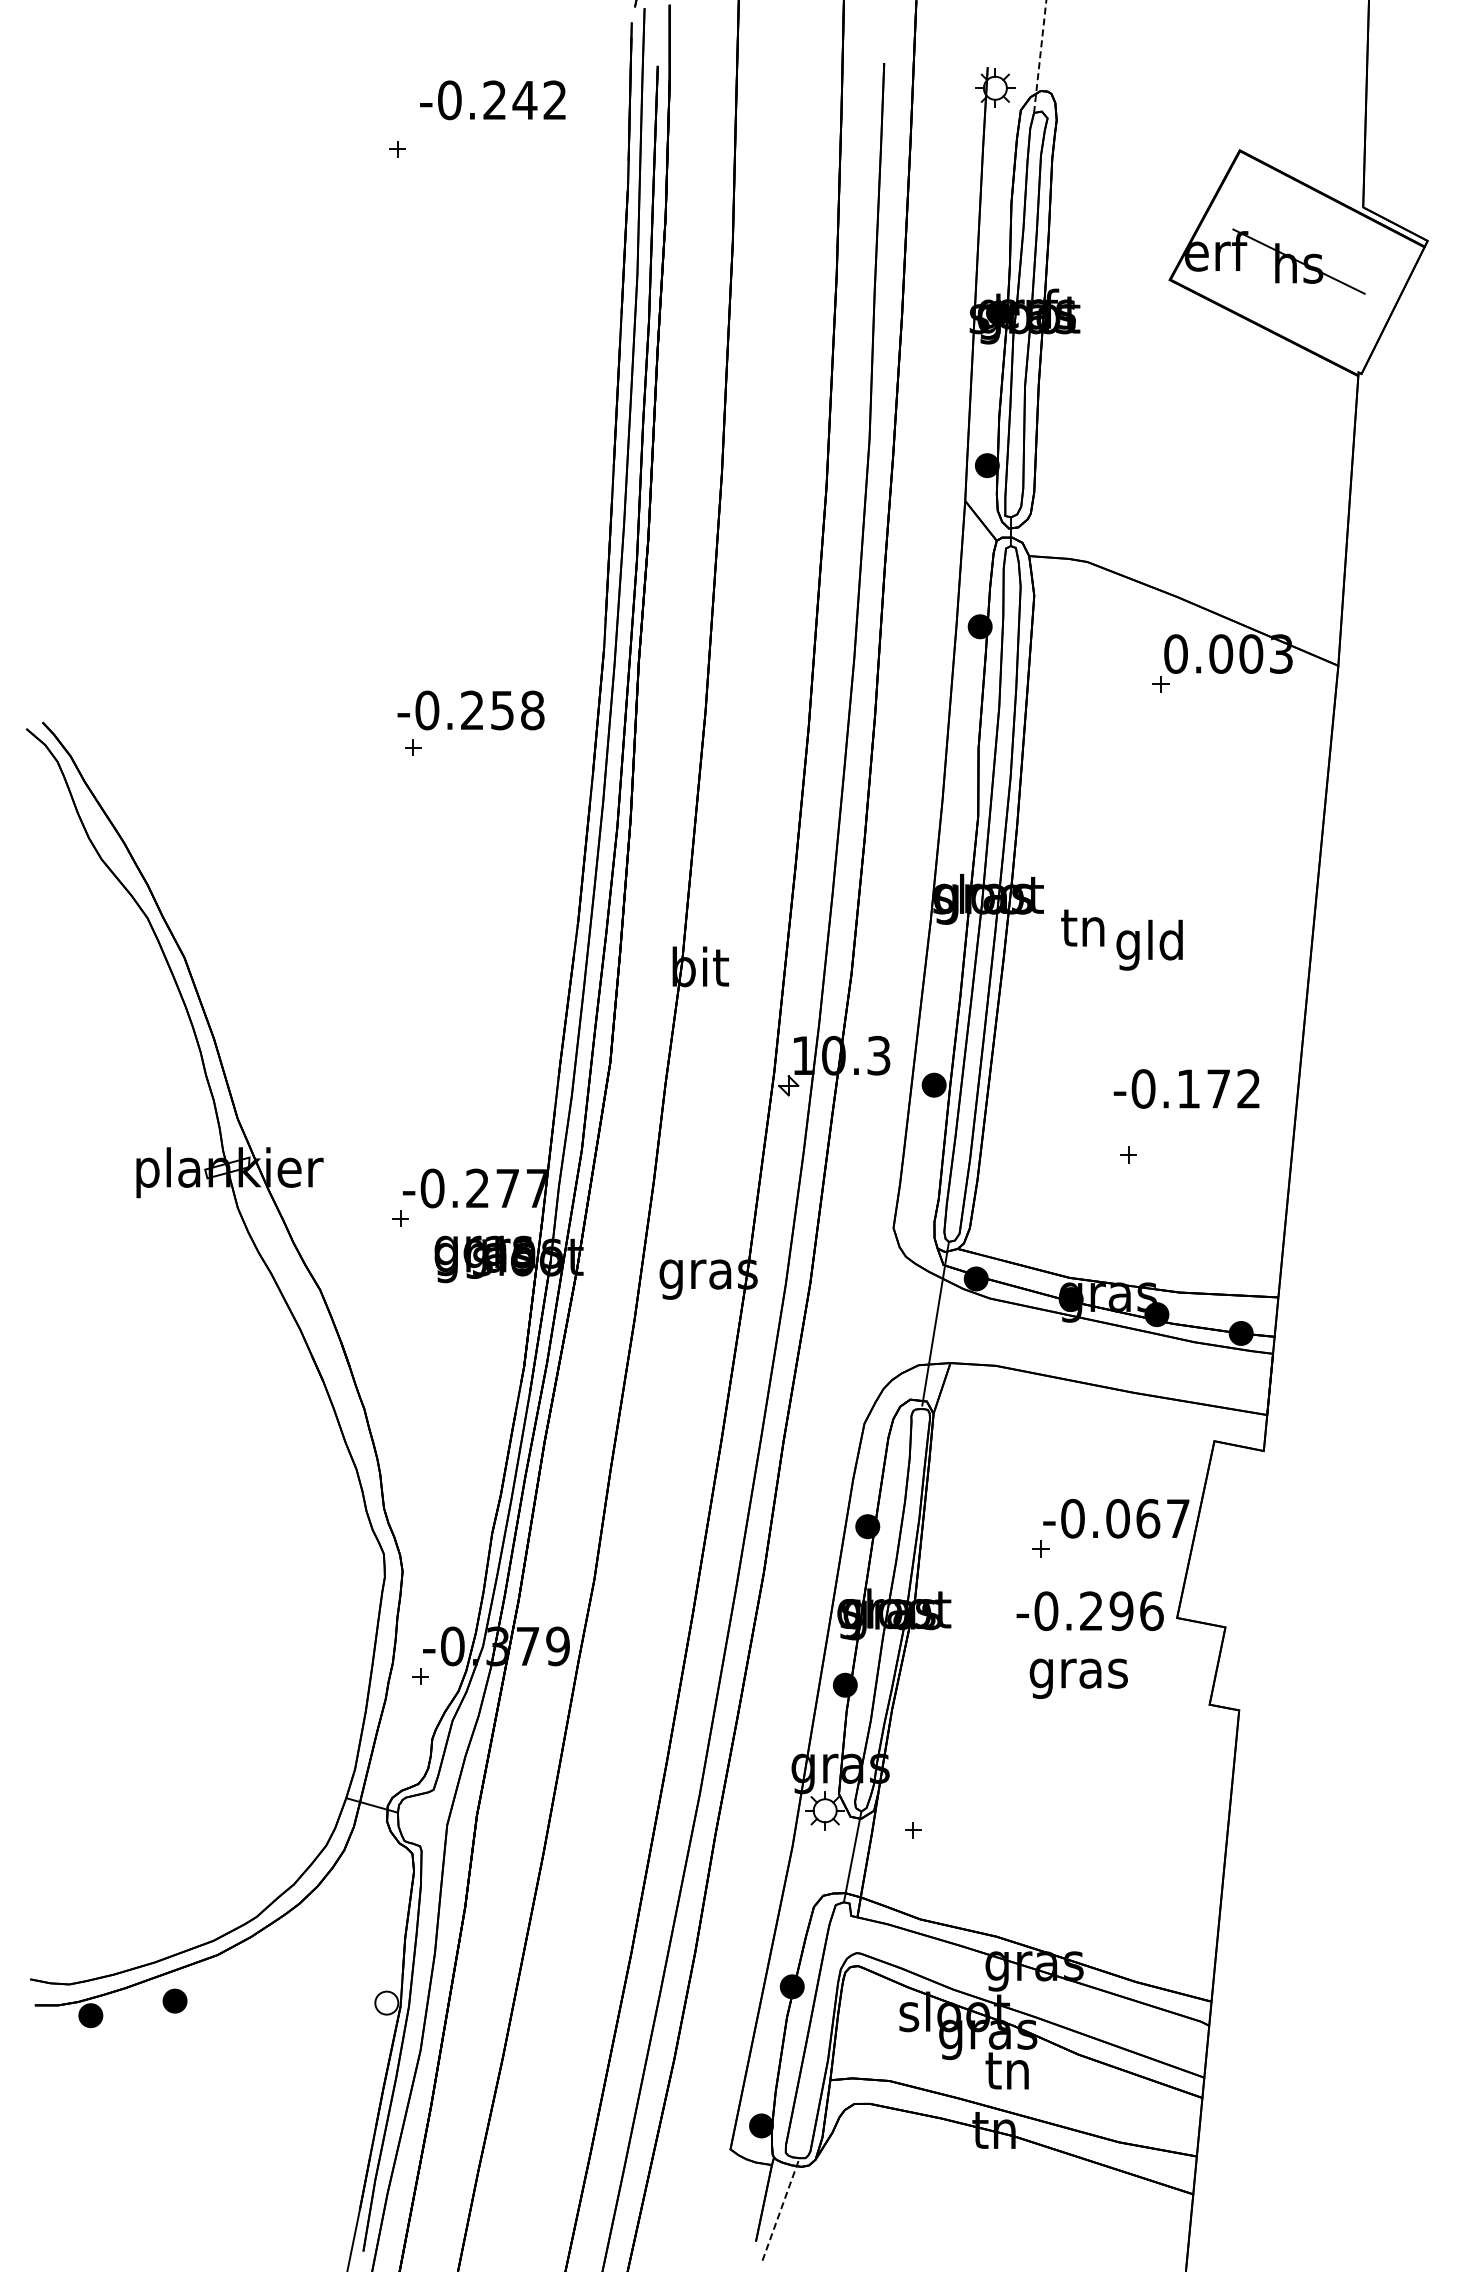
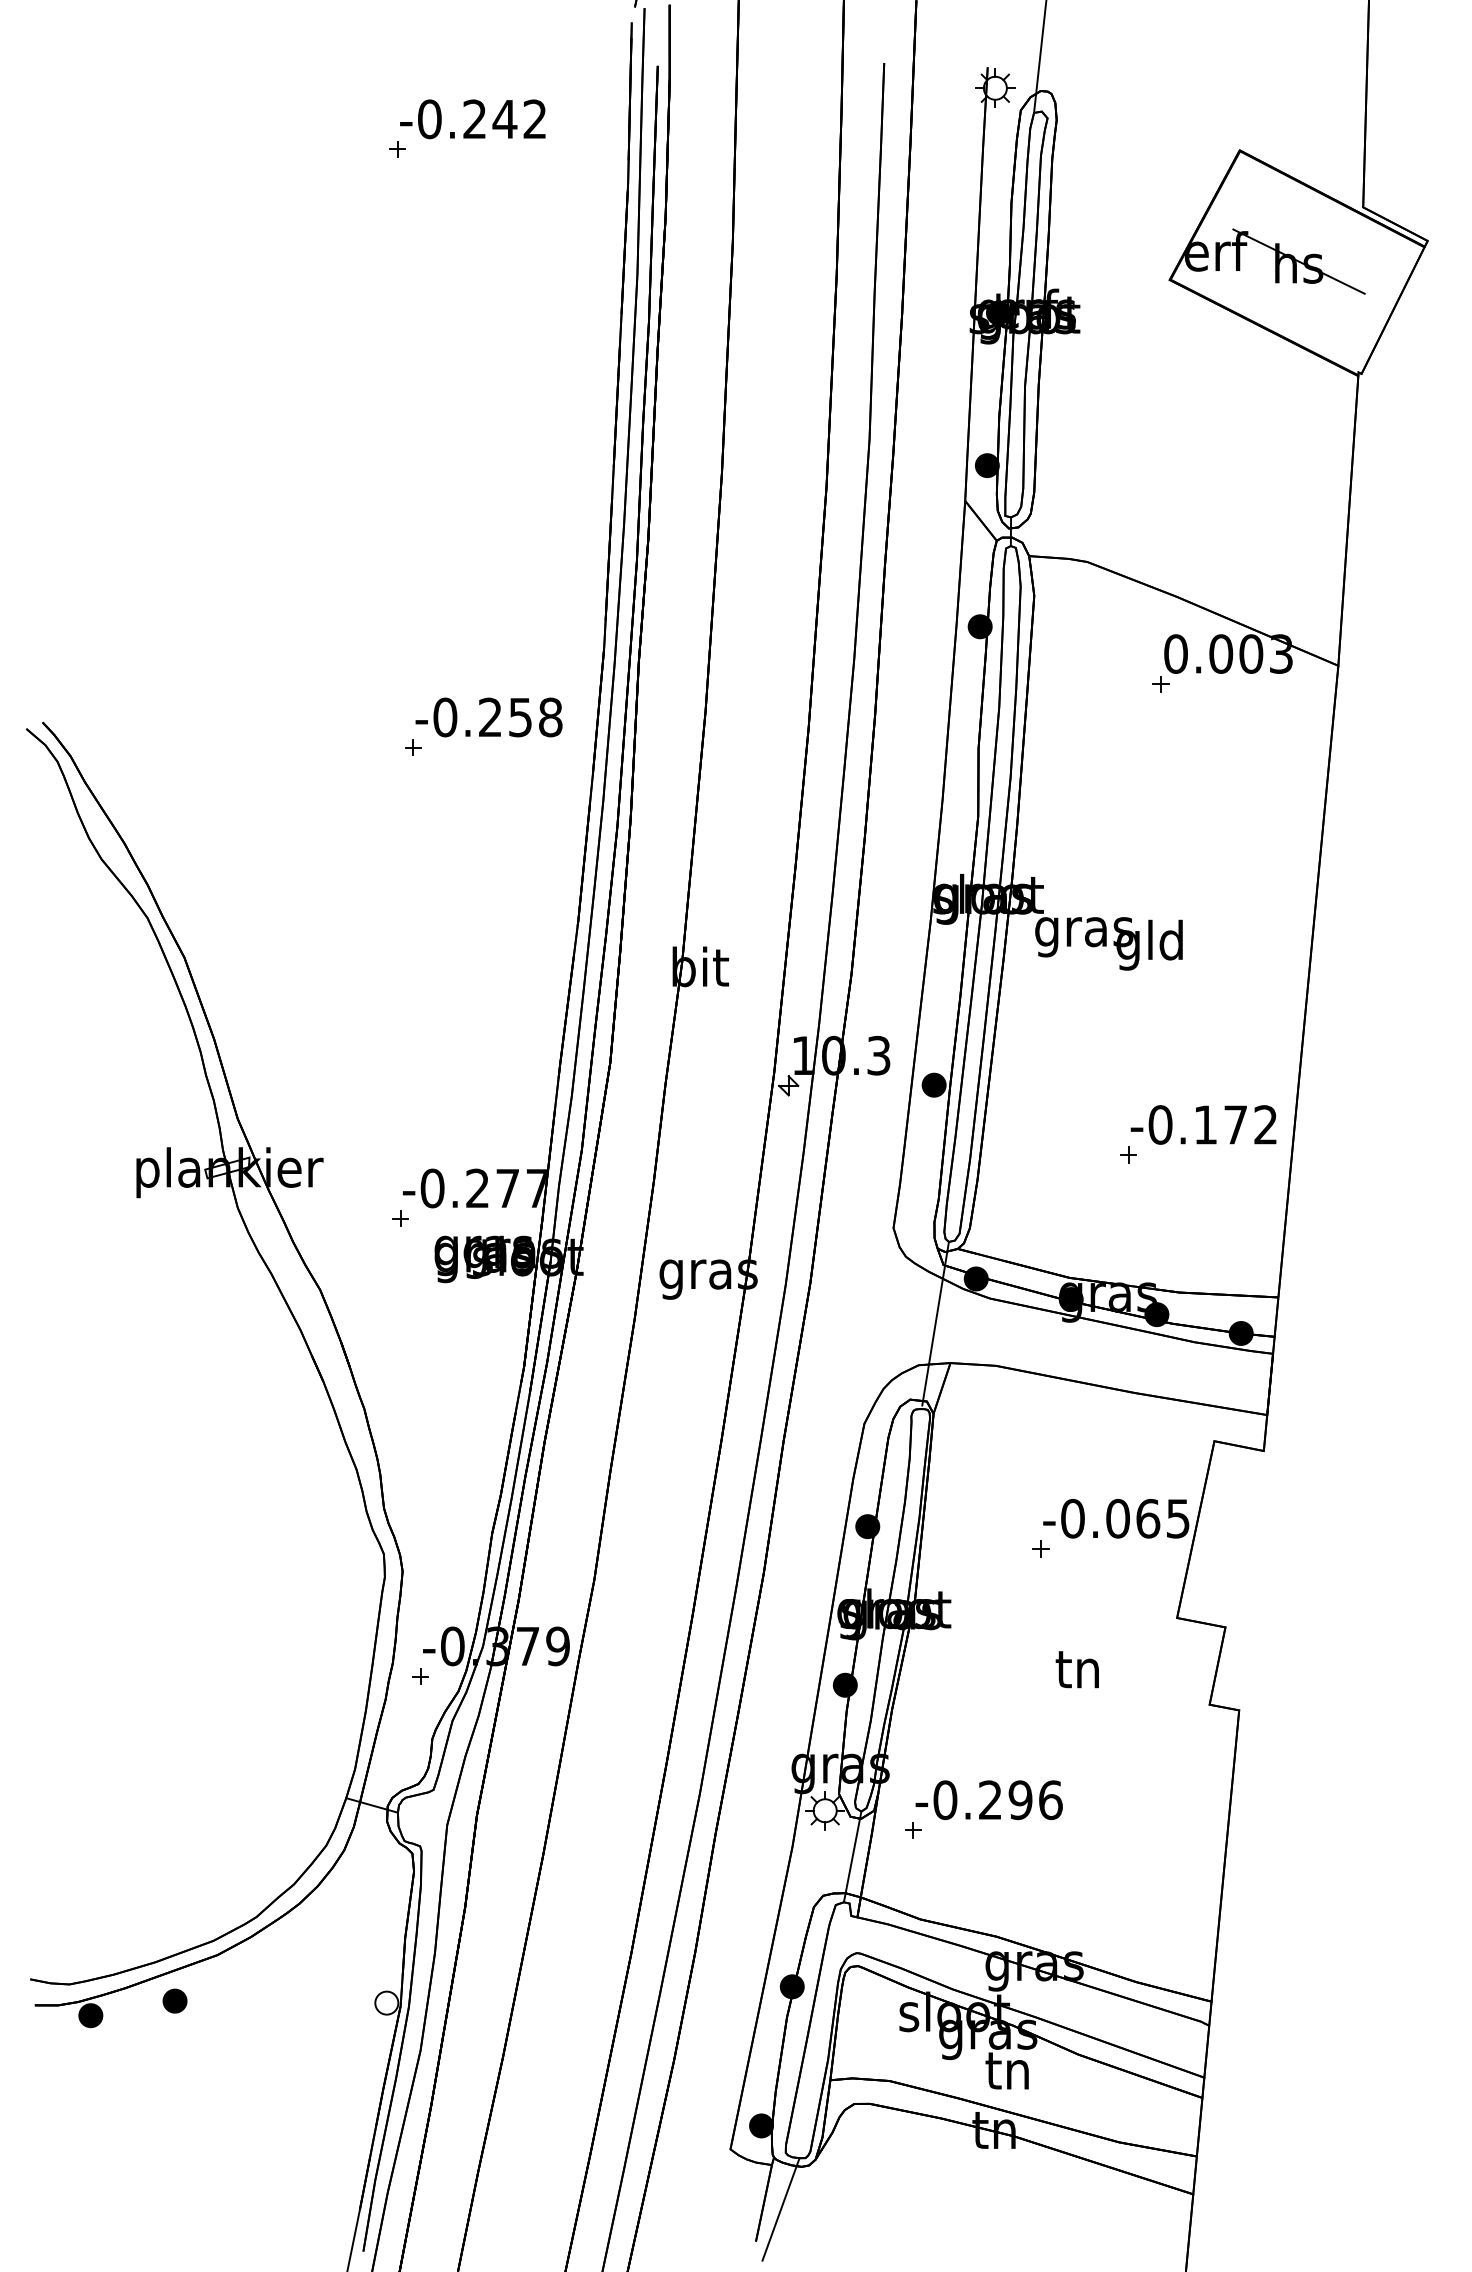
line at (1040, 56): dashed -> solid
text at (492, 100) position: (492, 100) -> (472, 119)
text at (470, 710) position: (470, 710) -> (488, 717)
text at (1084, 933): tn -> gras
text at (1186, 1088) position: (1186, 1088) -> (1203, 1124)
text at (1178, 1518): -0.067 -> -0.065
text at (1089, 1611) position: (1089, 1611) -> (988, 1800)
text at (1078, 1674): gras -> tn
line at (781, 2209): dashed -> solid
